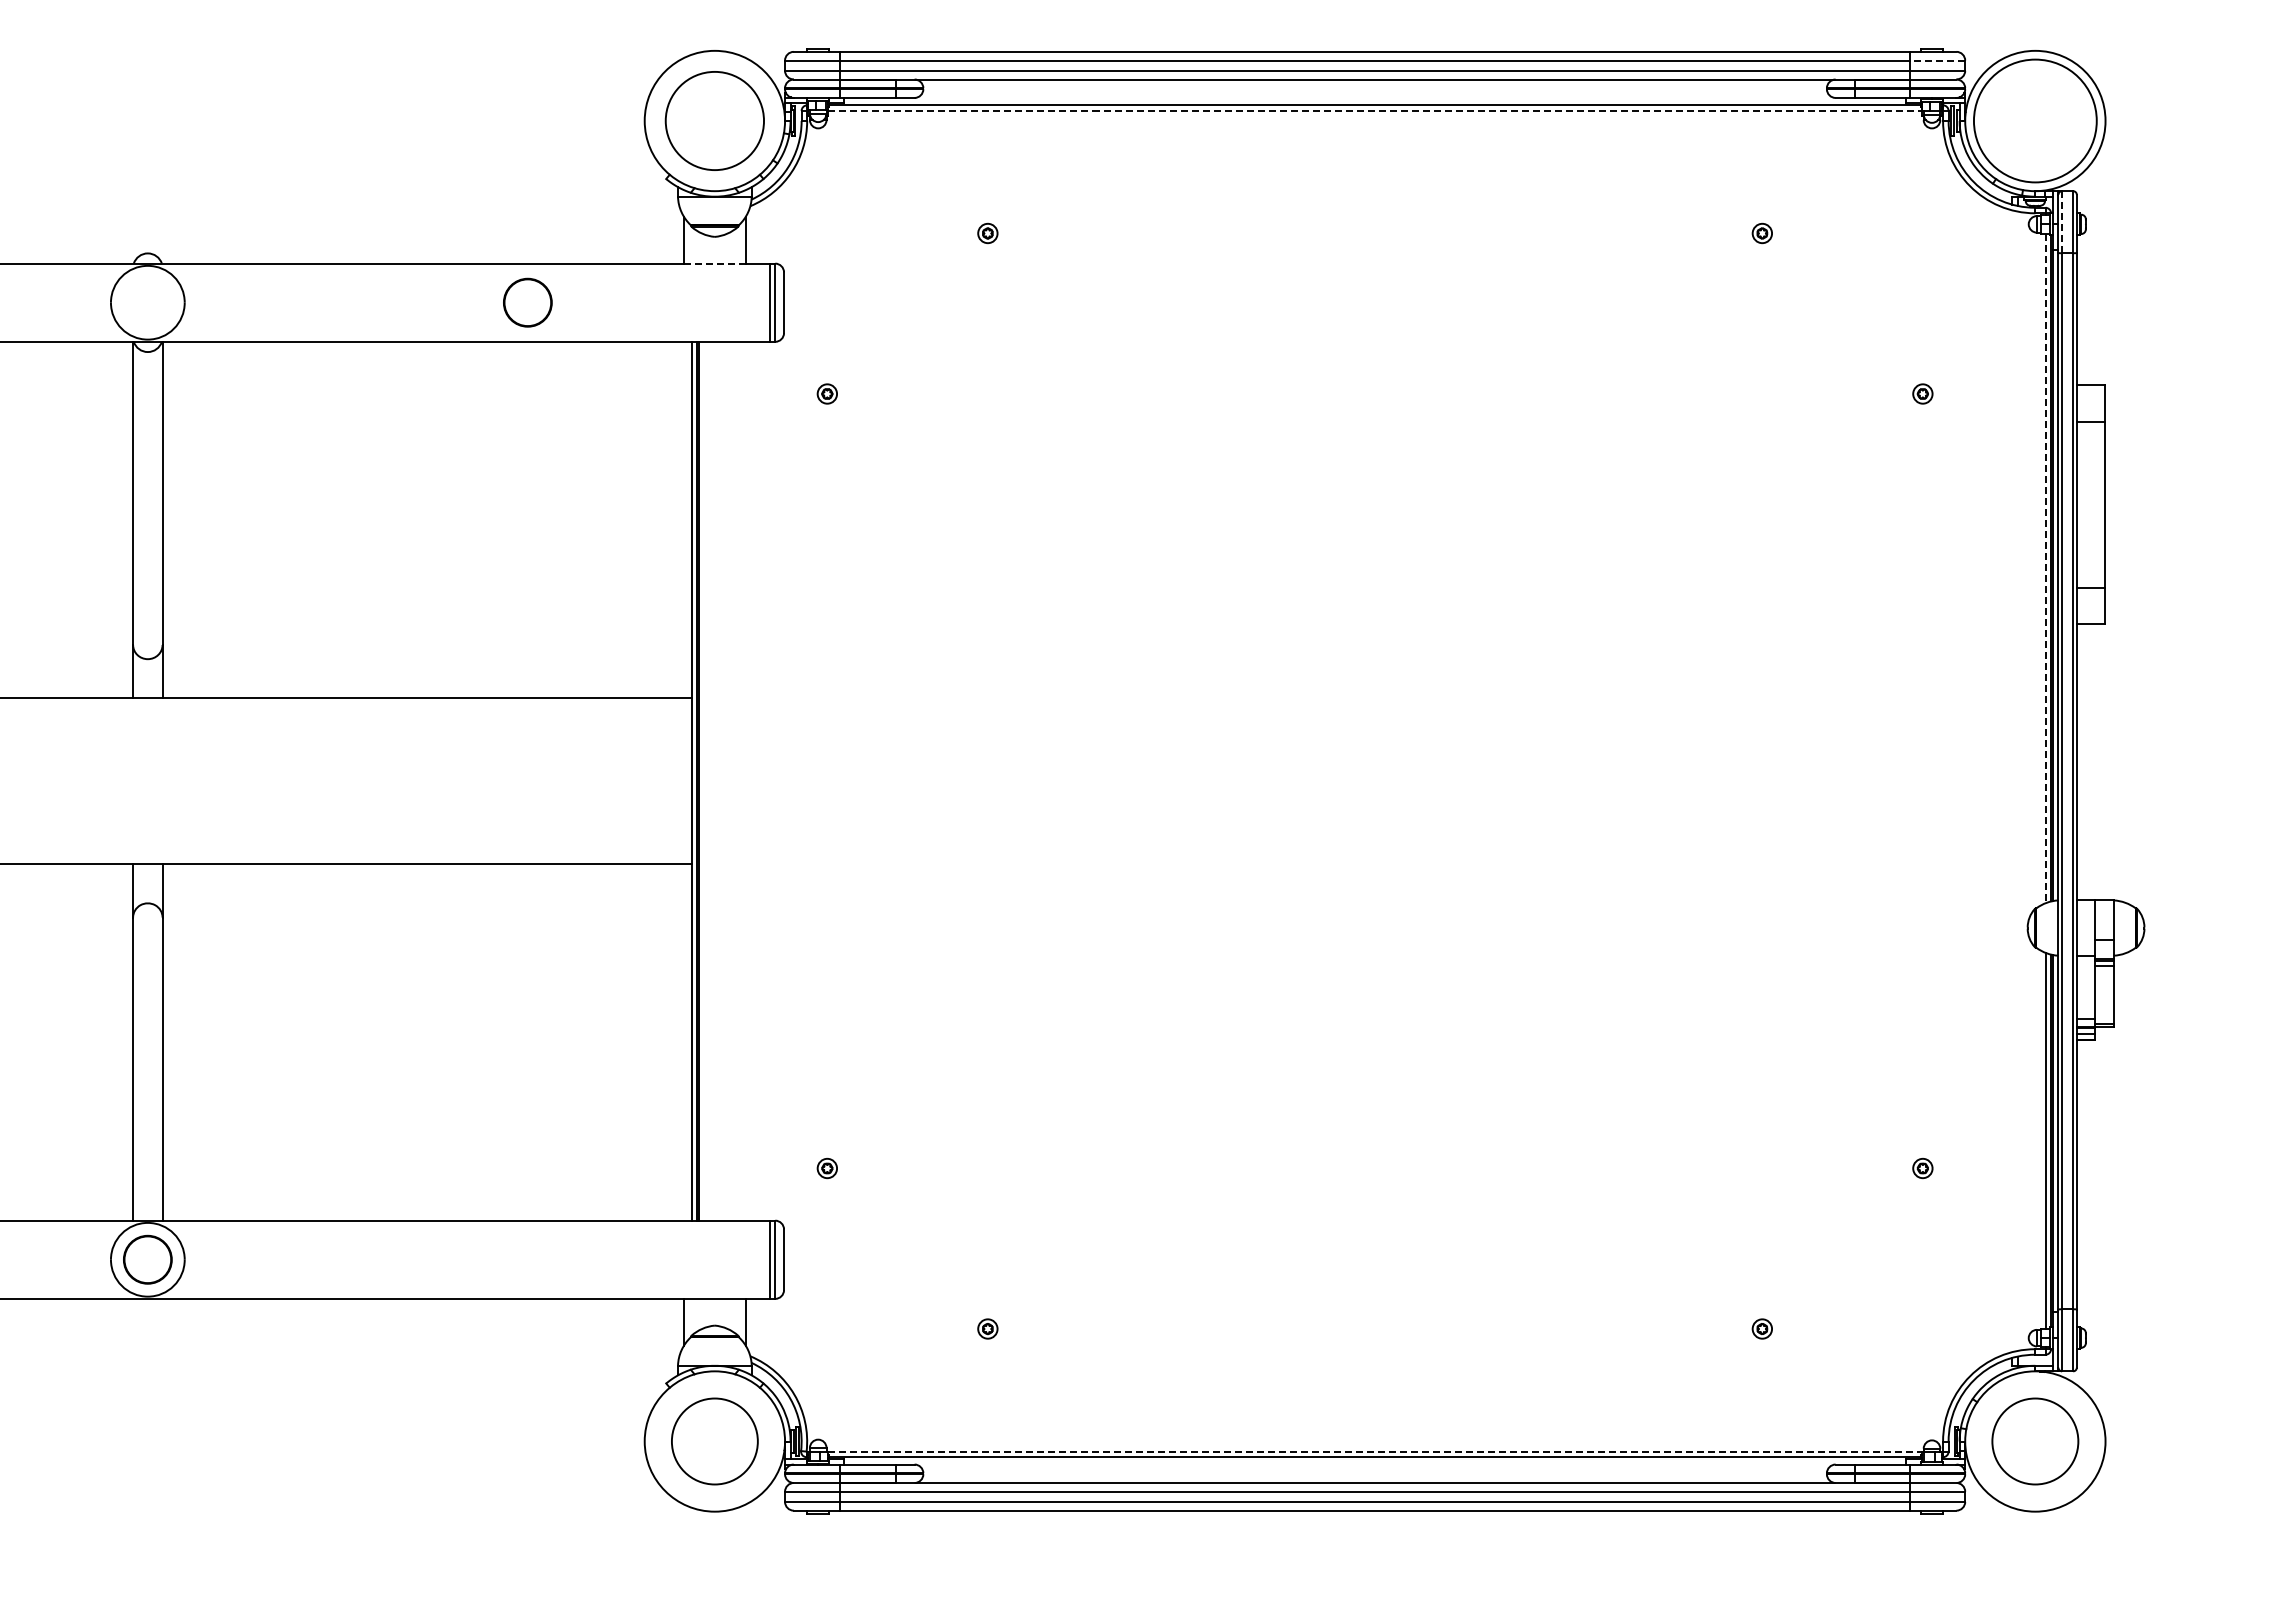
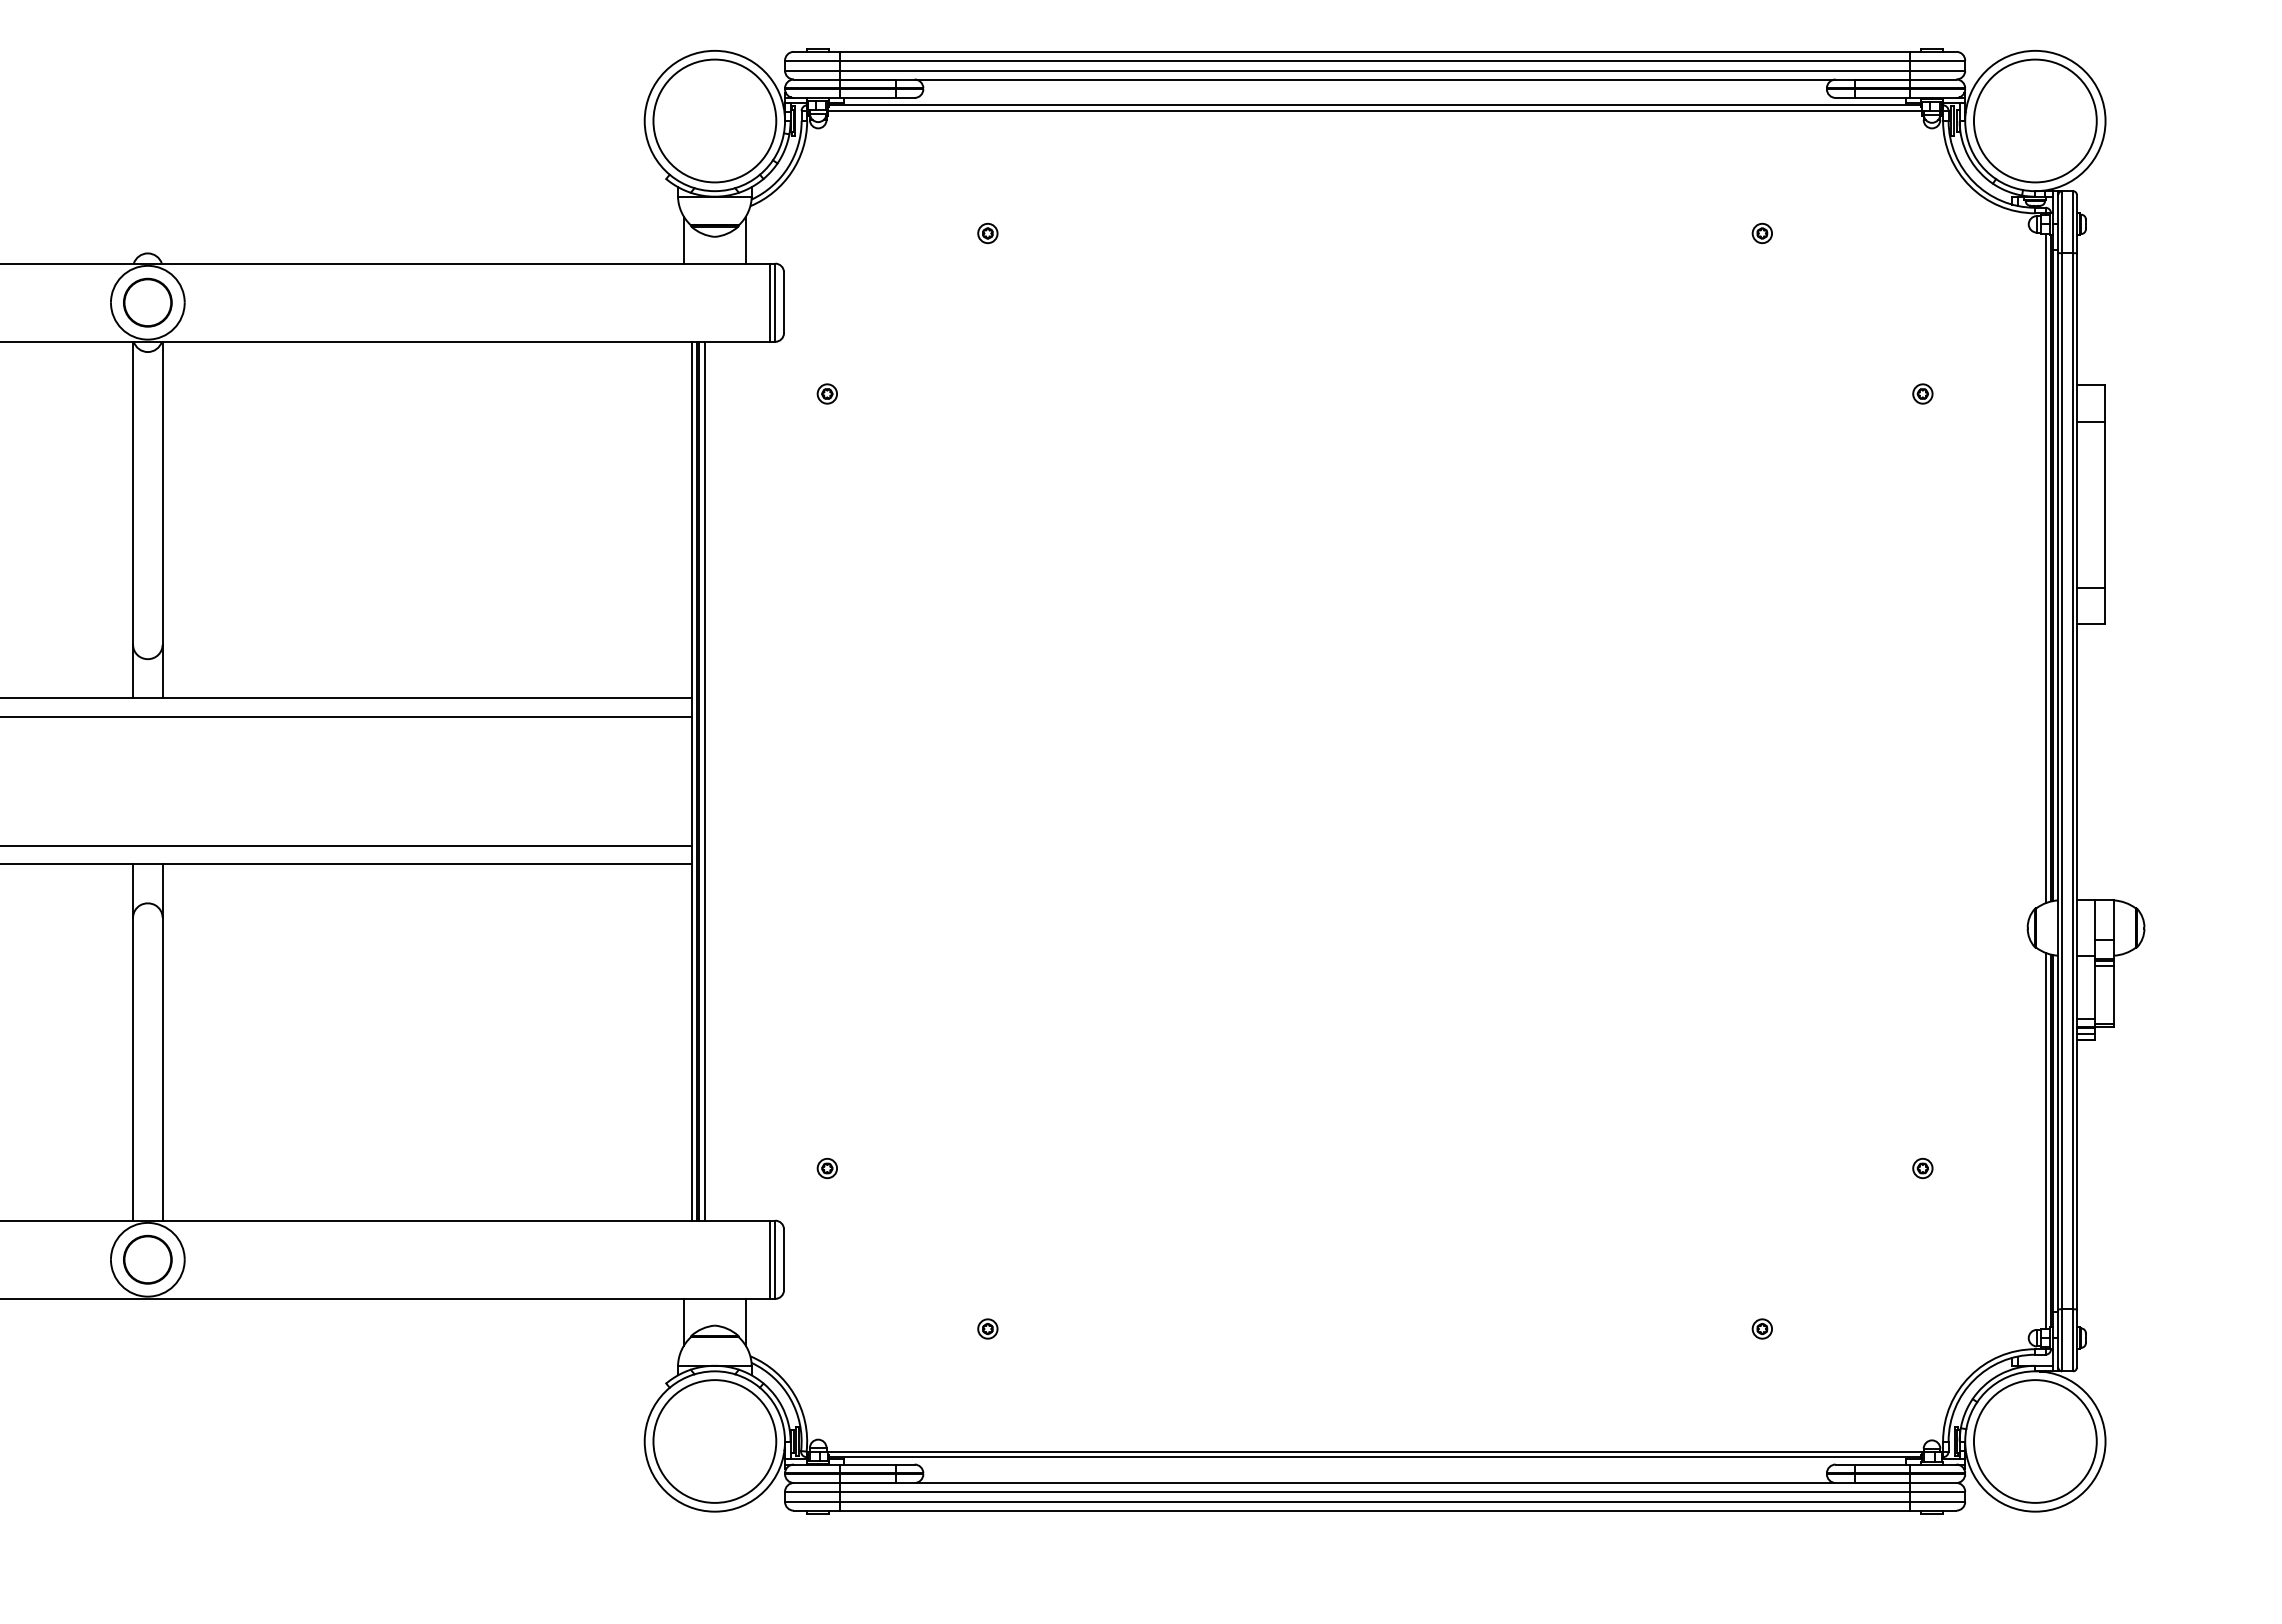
line at (1937, 60): dashed -> solid
line at (1375, 110): dashed -> solid
circle at (714, 120) diameter: 98 px -> 123 px
line at (2062, 222): dashed -> solid
line at (715, 263): dashed -> solid
part at (527, 302) position: (527, 302) -> (147, 302)
line at (2045, 568): dashed -> solid
line at (346, 716): none -> present
line at (704, 780): none -> present
line at (346, 845): none -> present
circle at (714, 1441) diameter: 86 px -> 123 px
circle at (2035, 1441) diameter: 86 px -> 123 px
line at (1375, 1451): dashed -> solid
